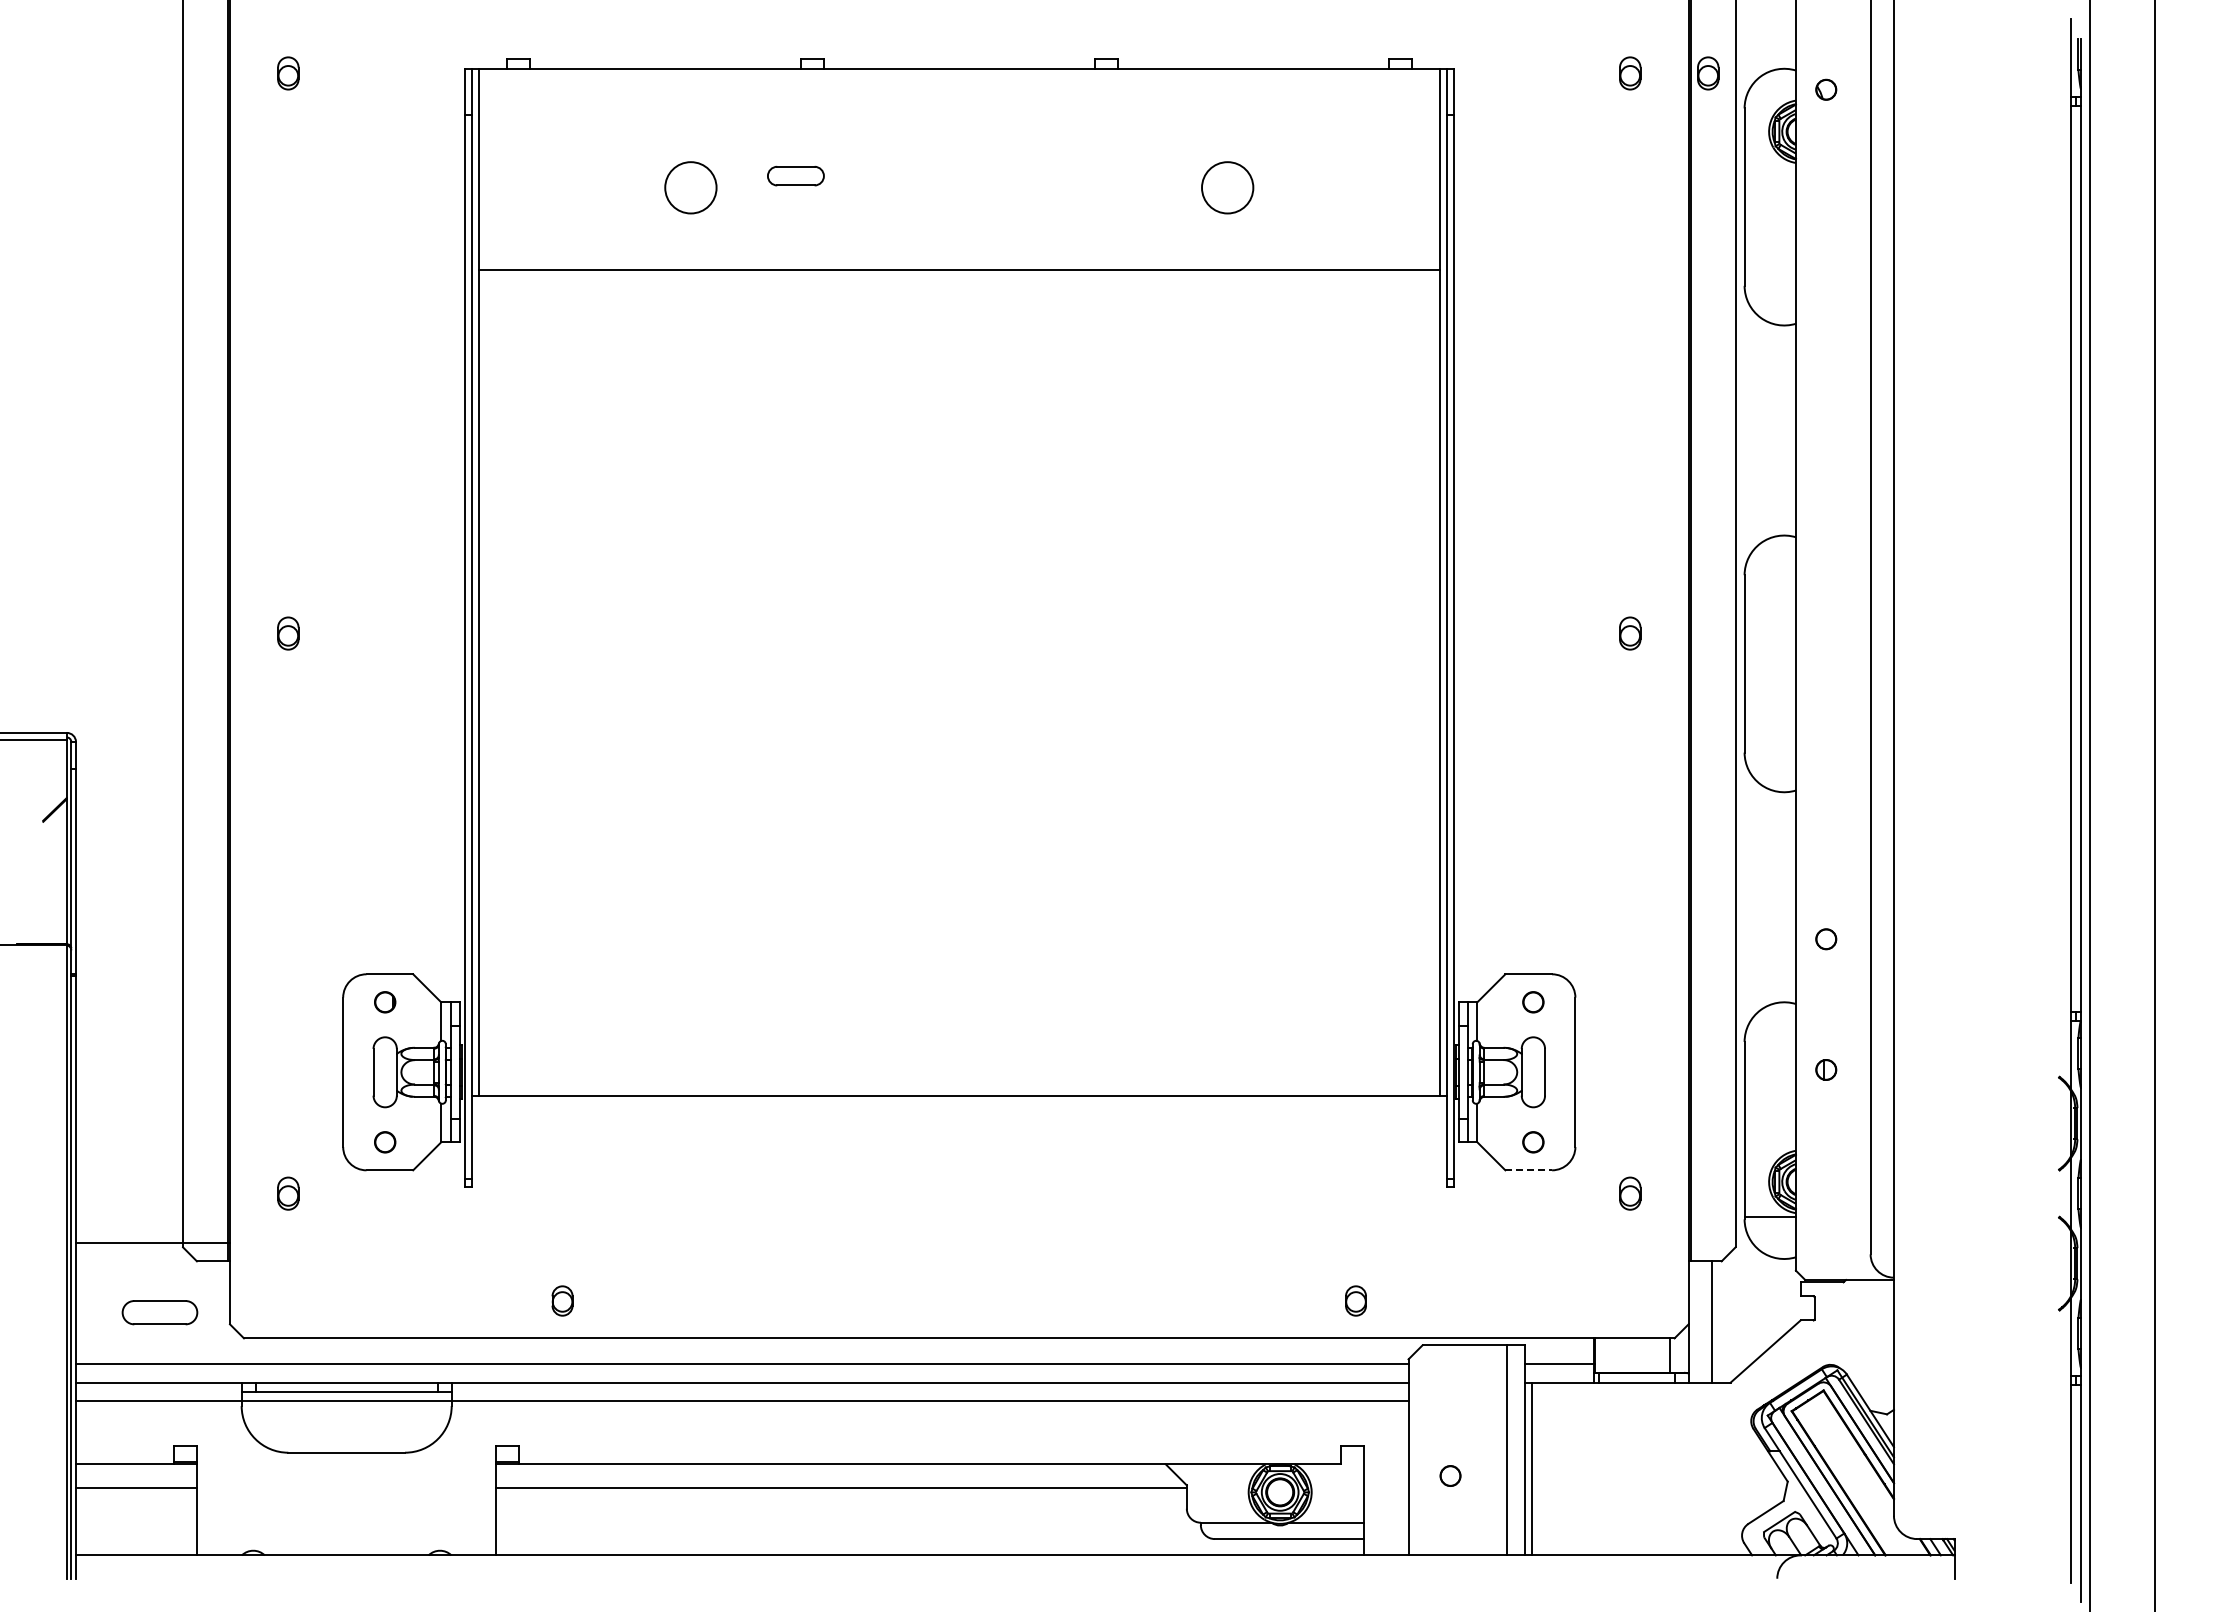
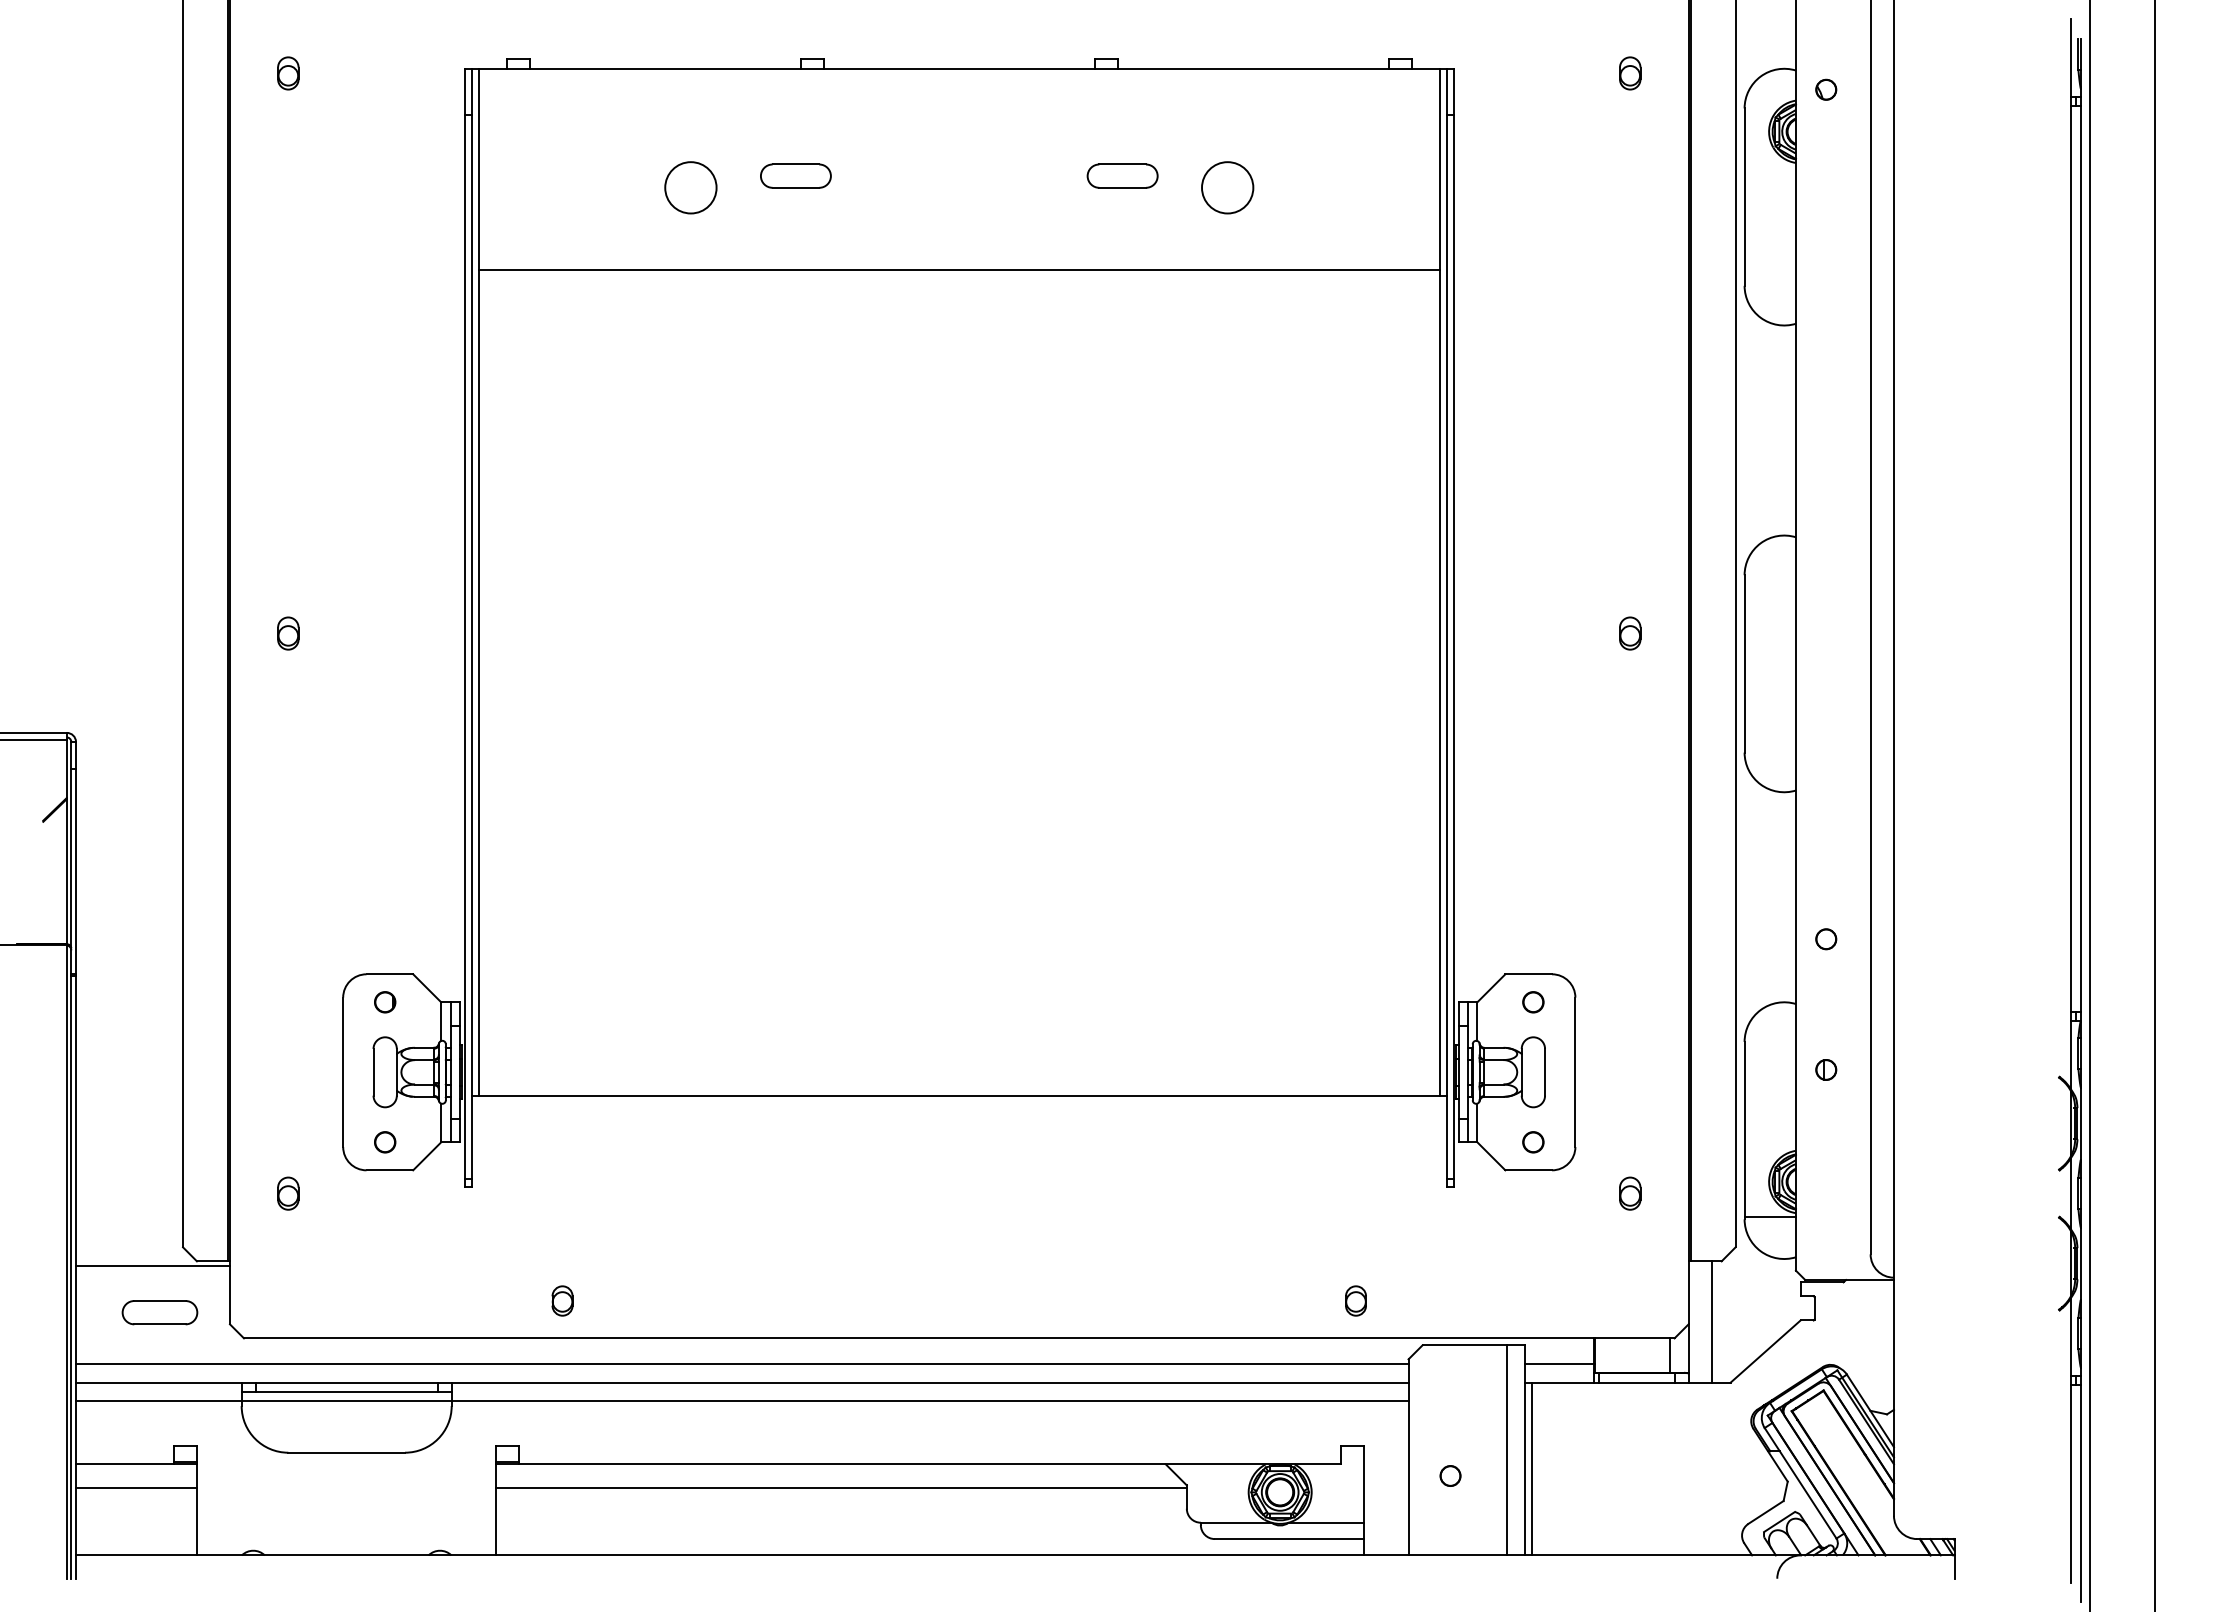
part at (1708, 73): present -> none
part at (795, 175) size: 58x22 px -> 72x26 px
part at (1122, 175): none -> present
line at (1529, 1170): dashed -> solid
line at (152, 1243) position: (152, 1243) -> (152, 1266)
